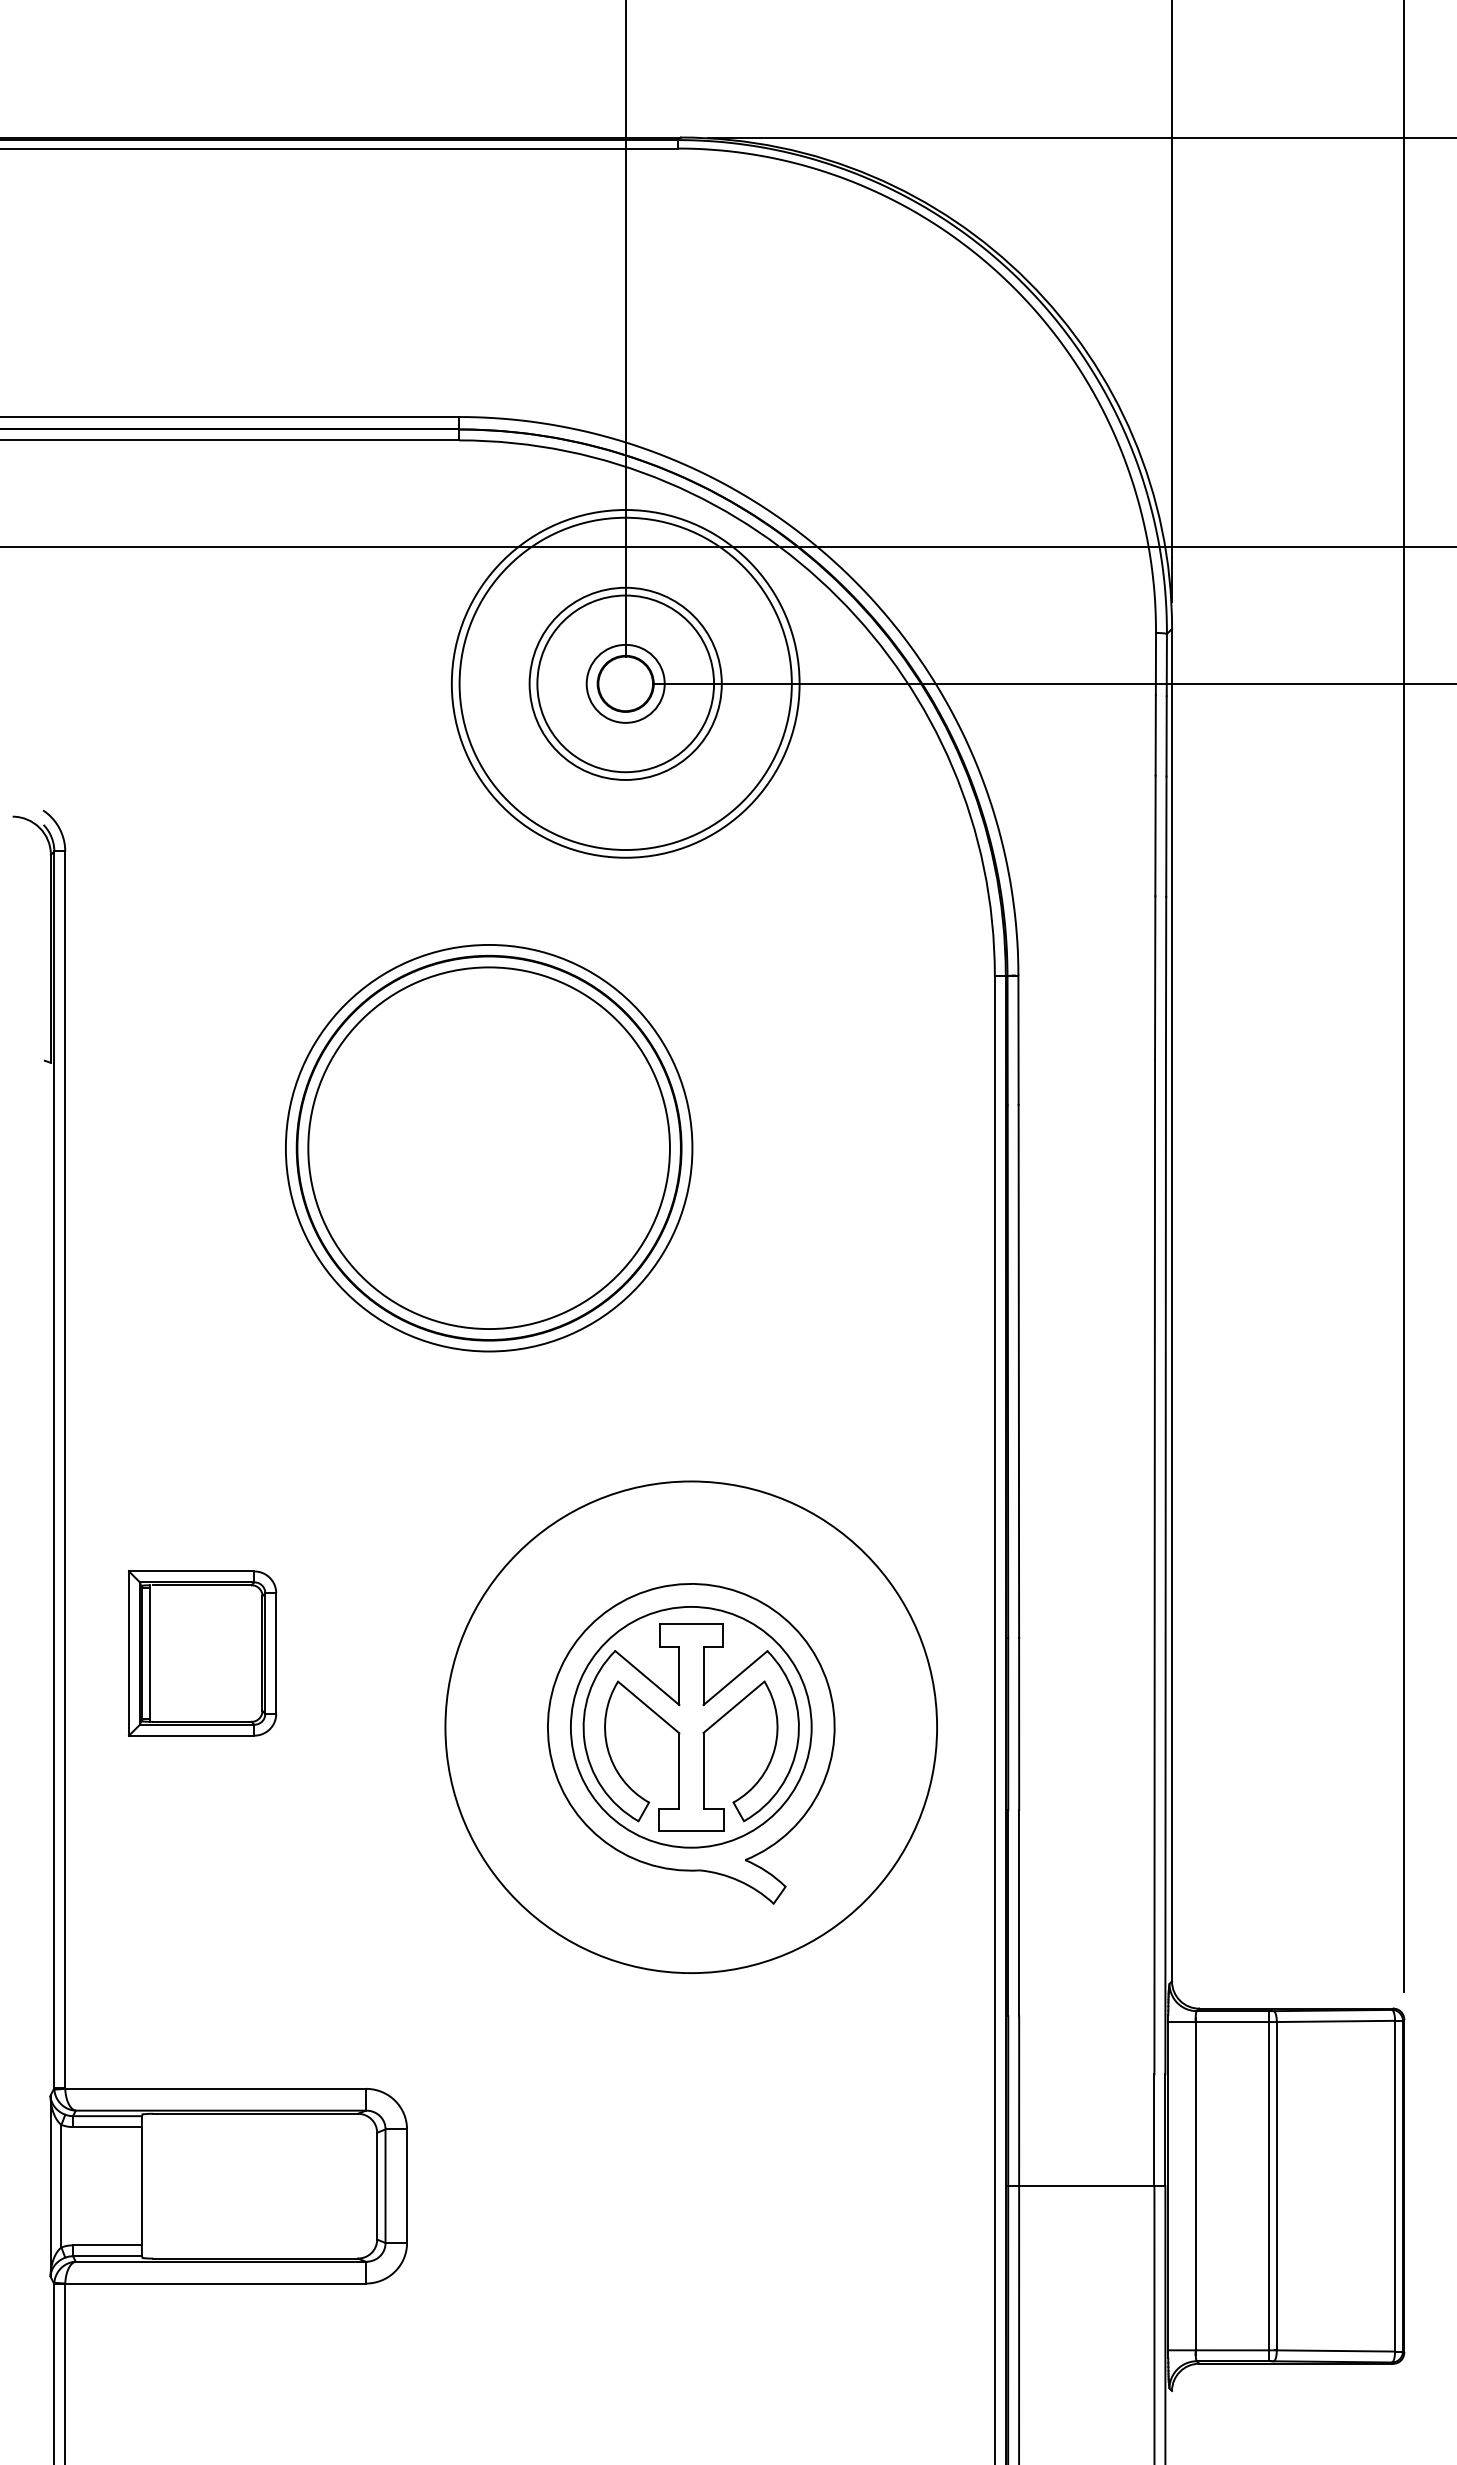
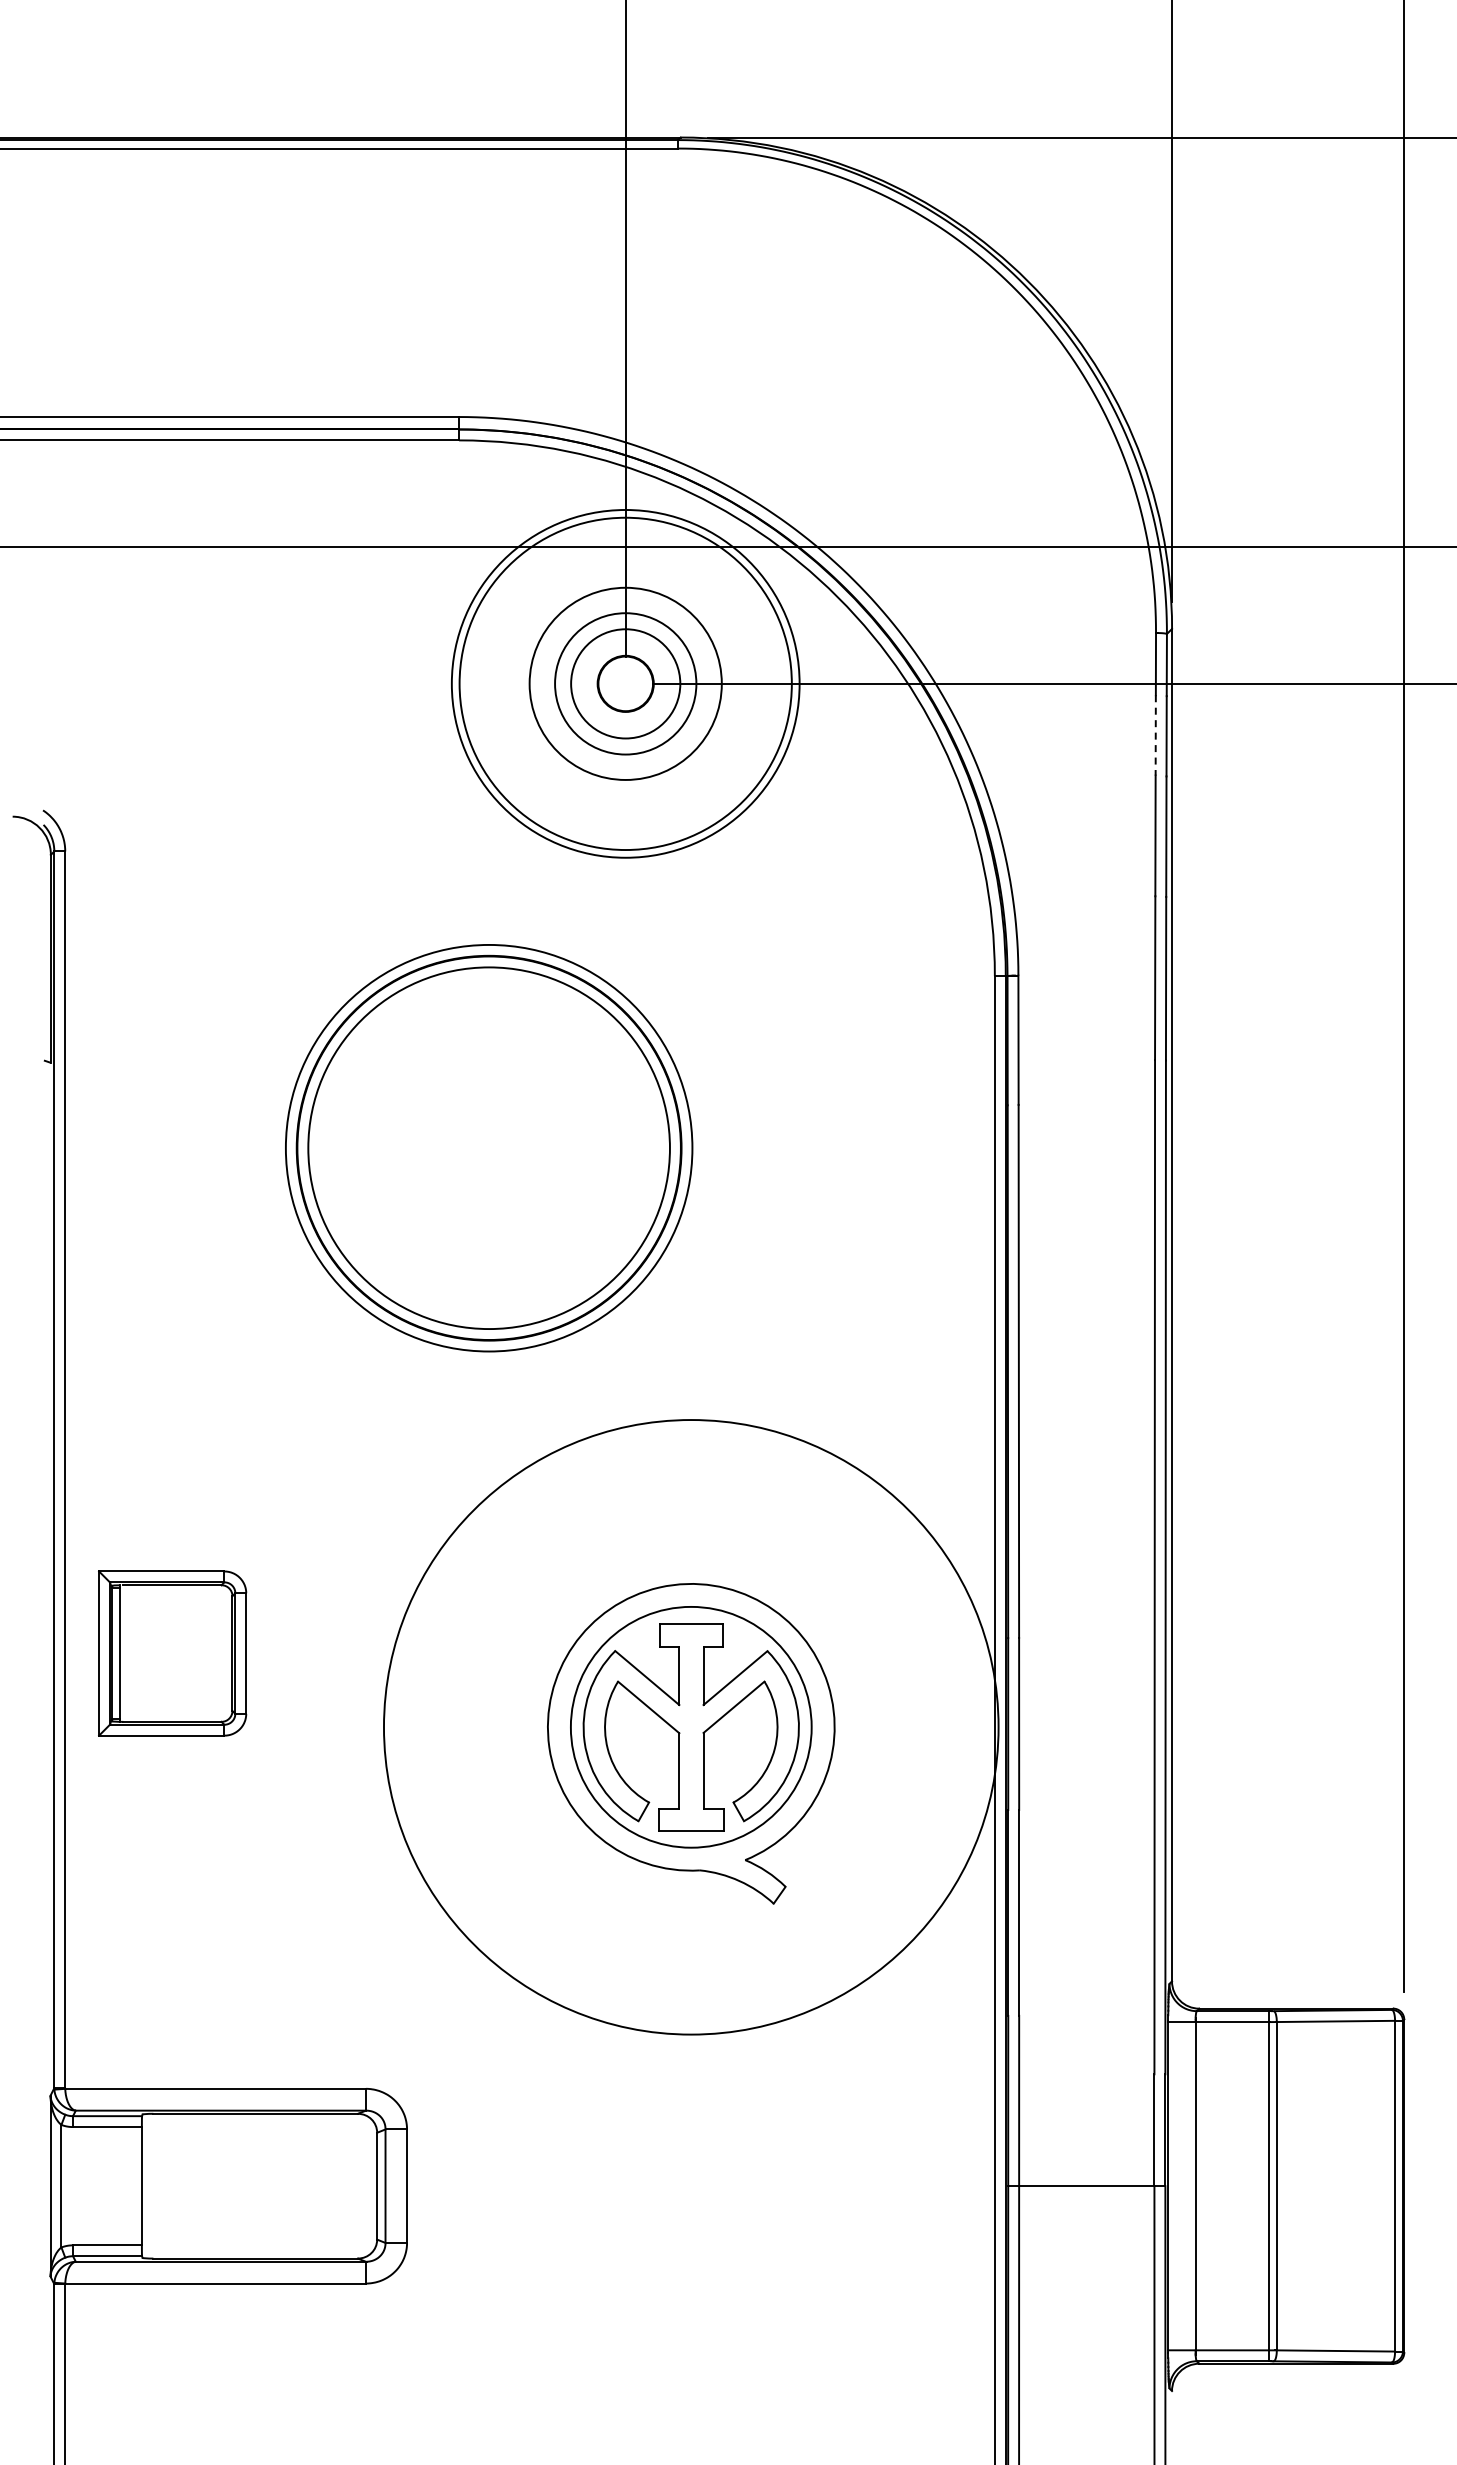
circle at (625, 683) diameter: 177 px -> 141 px
circle at (625, 683) diameter: 78 px -> 109 px
line at (1155, 735): solid -> dashed
part at (202, 1653) position: (202, 1653) -> (172, 1653)
circle at (691, 1727) diameter: 492 px -> 615 px
